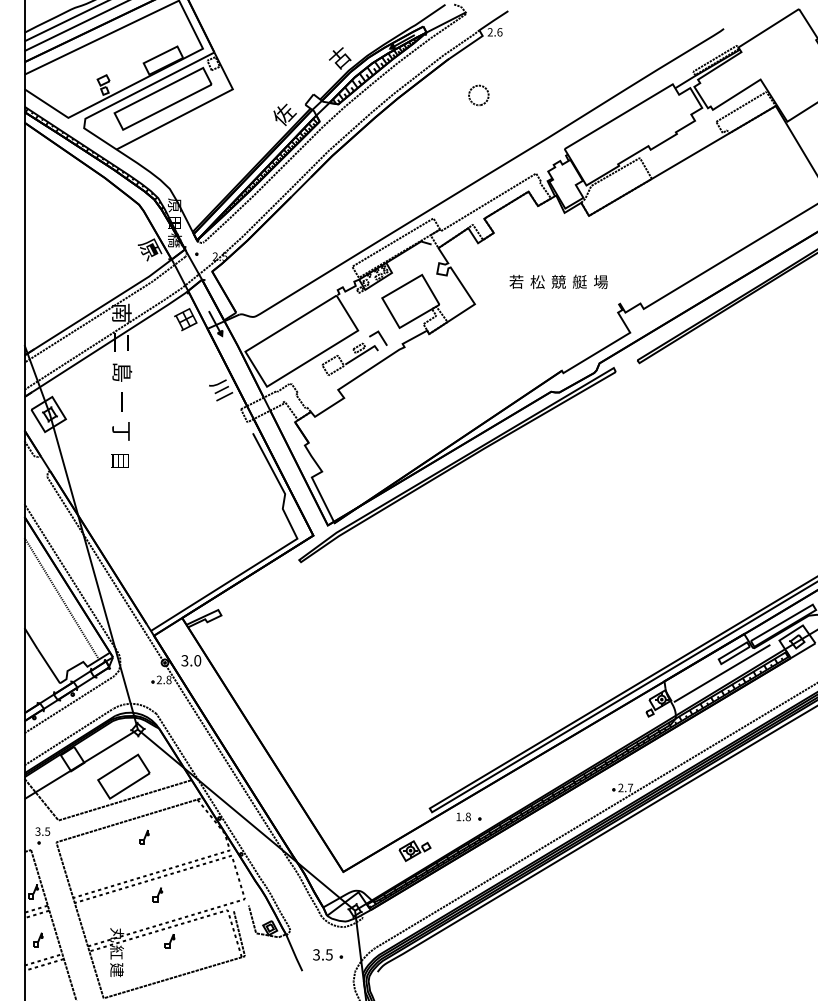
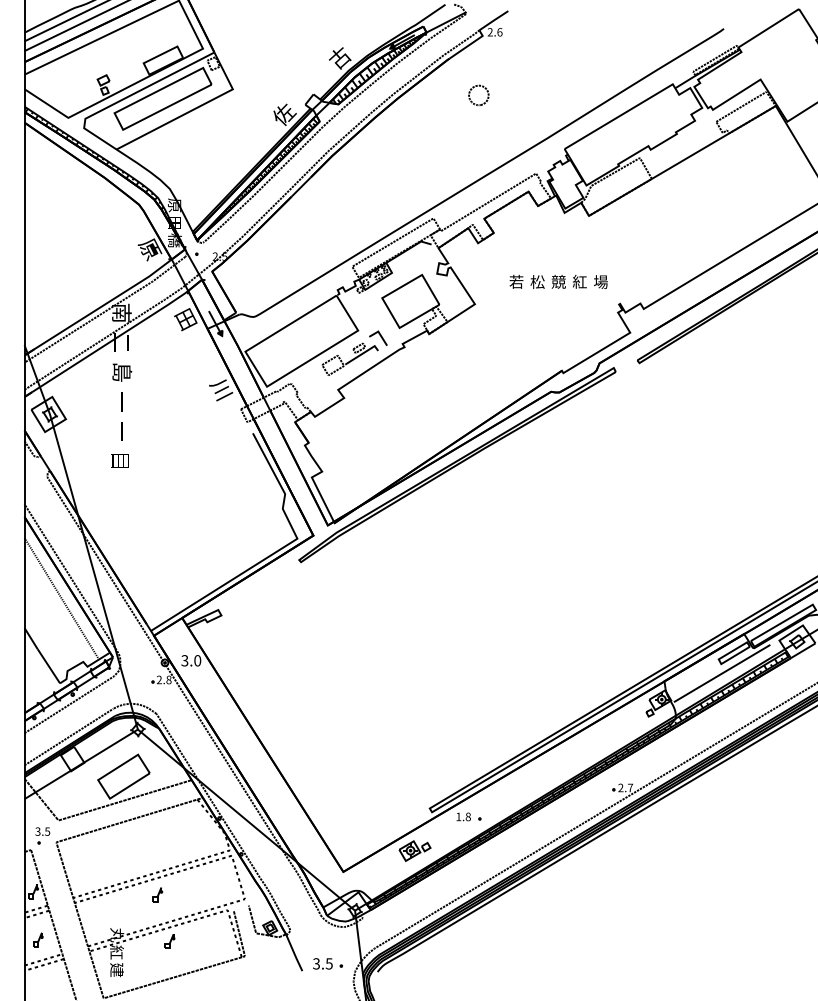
text at (579, 281): 艇 -> 紅
text at (120, 431): 丁 -> 一
part at (144, 836): present -> none
part at (327, 954) position: (327, 954) -> (327, 963)
